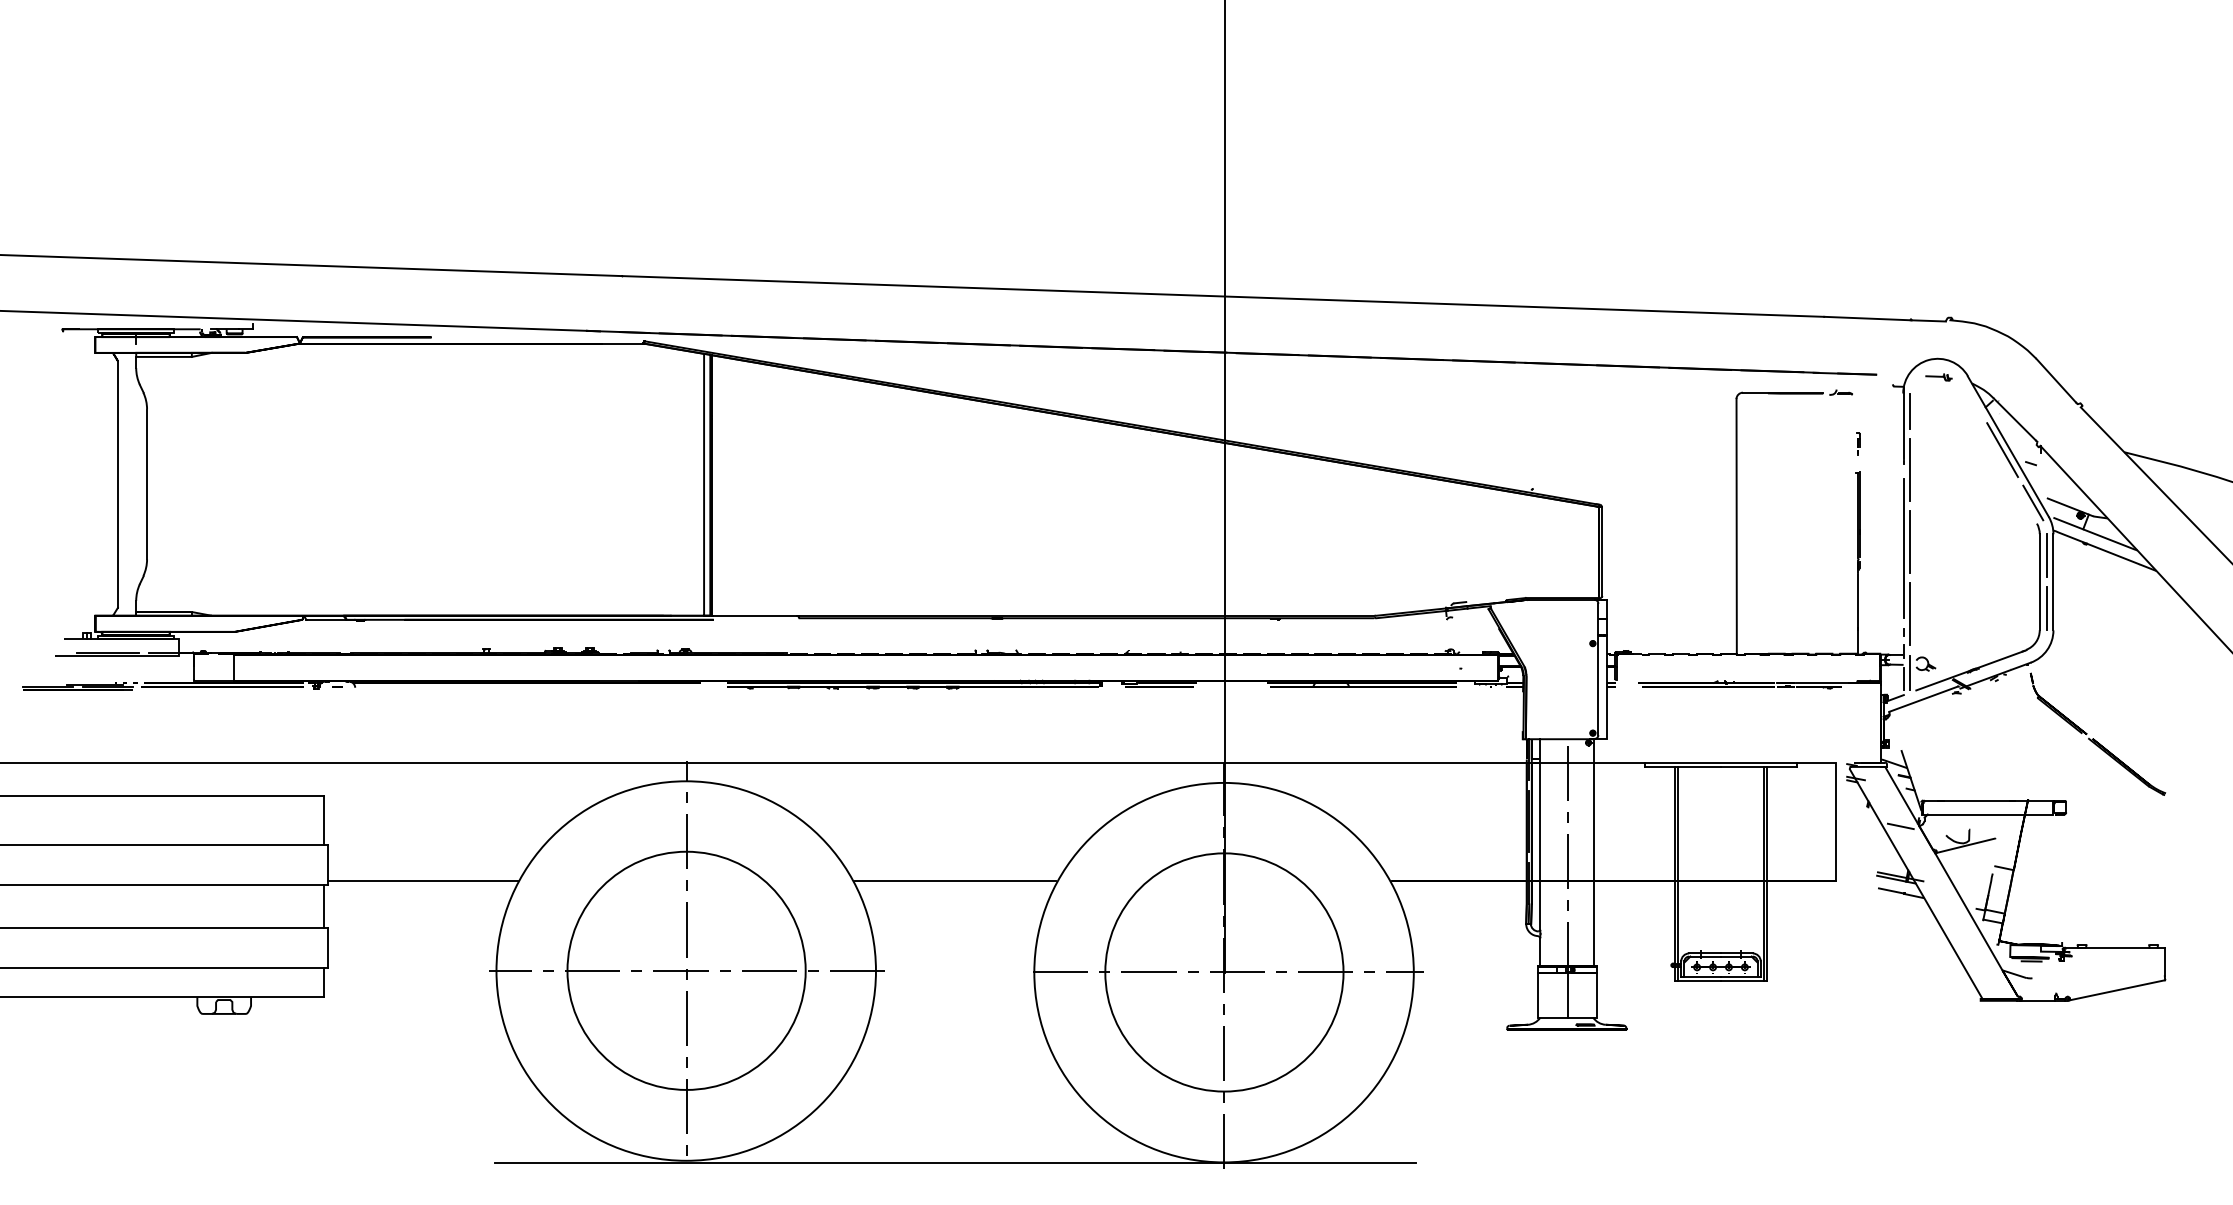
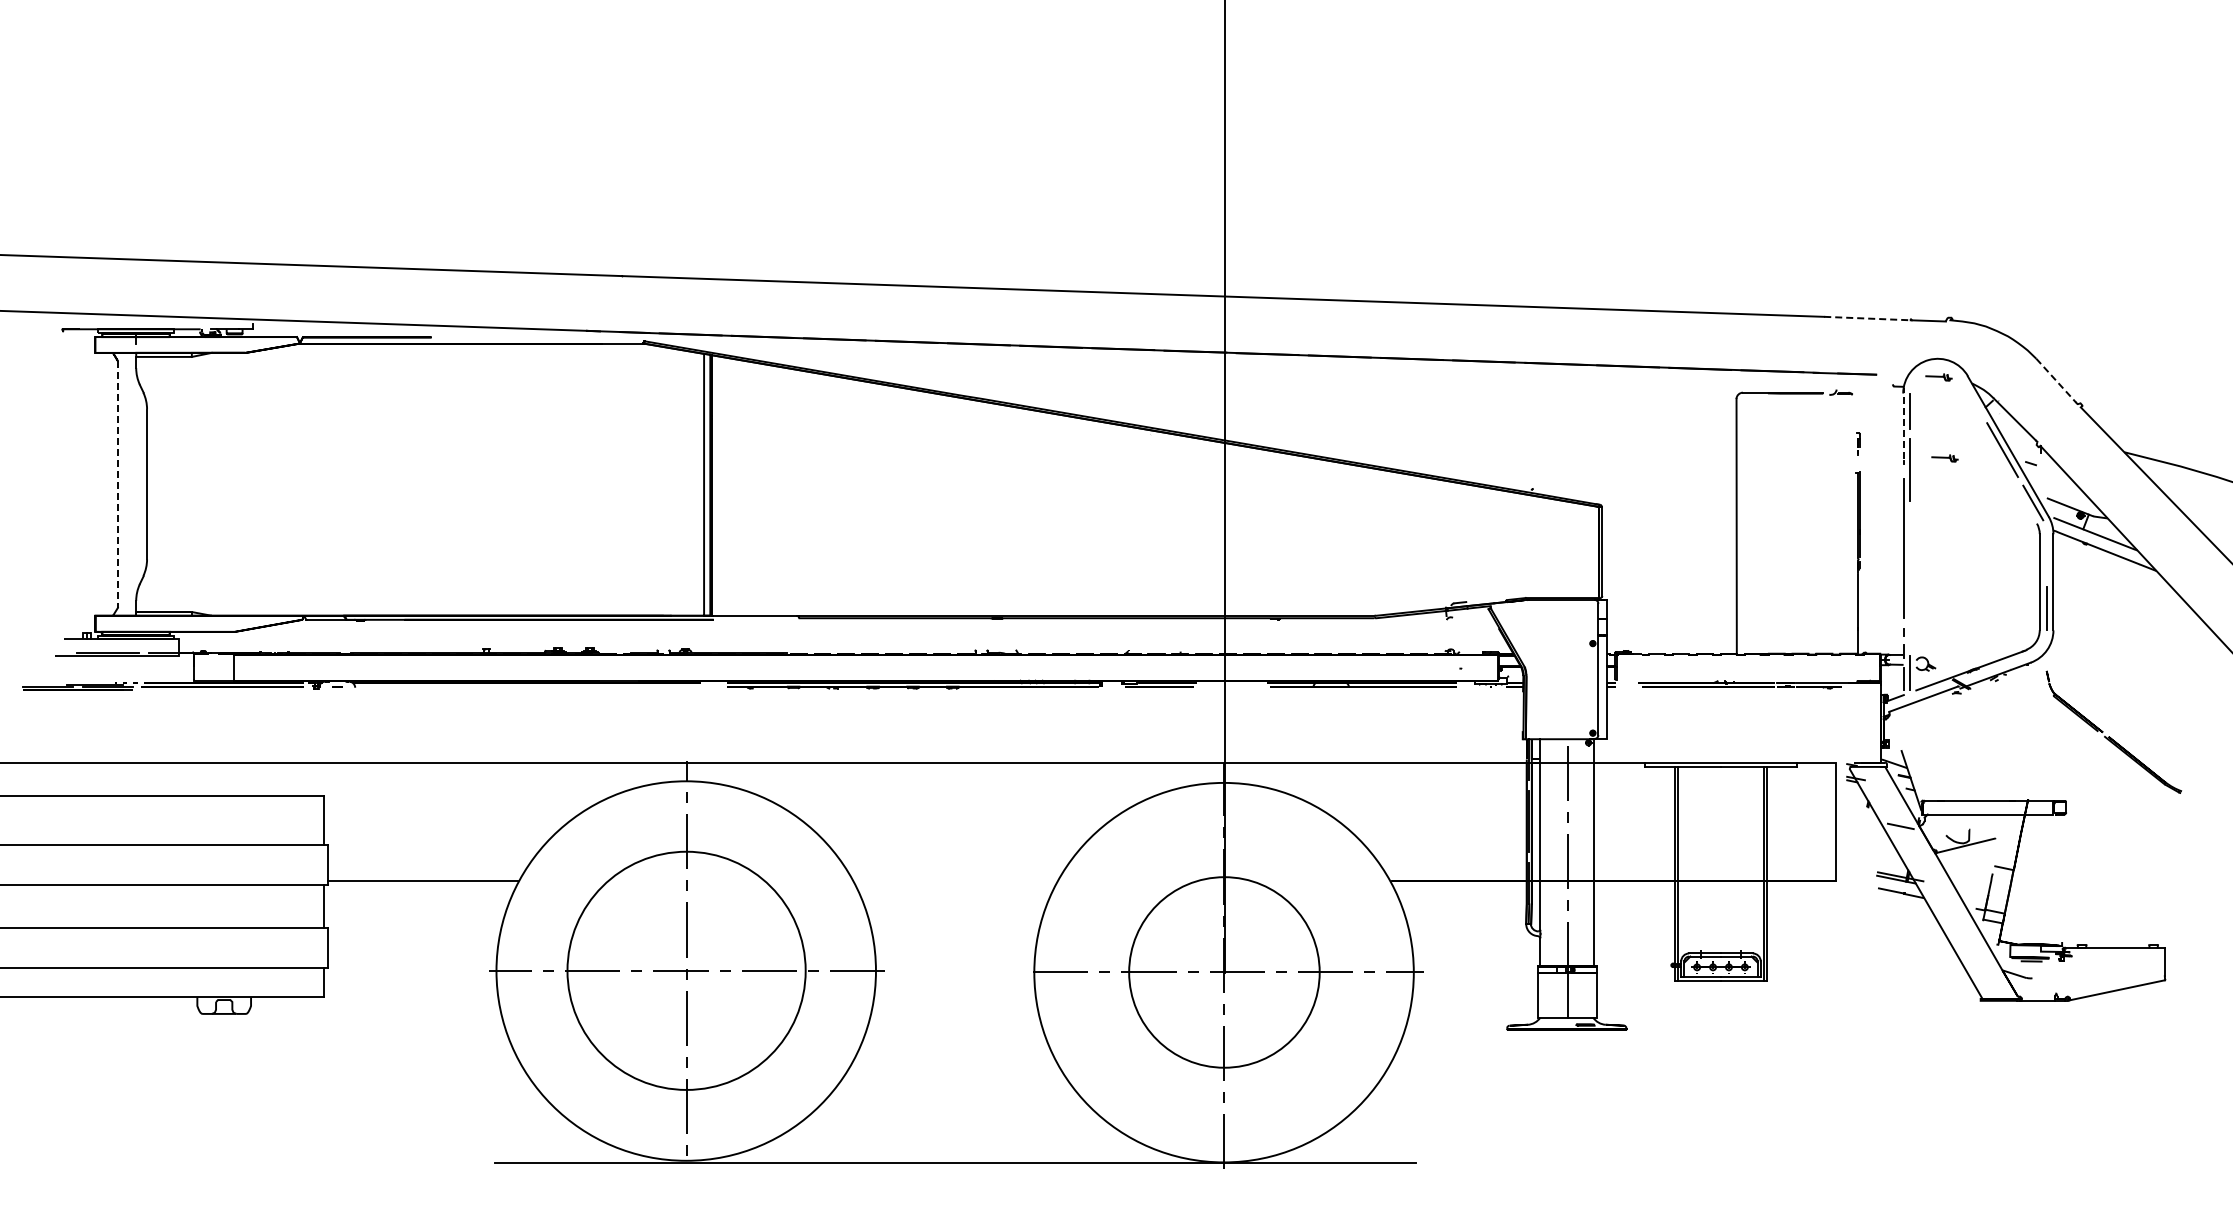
line at (1867, 318): solid -> dashed
line at (2056, 380): solid -> dashed
line at (1904, 423): solid -> dashed
part at (1944, 458): none -> present
line at (117, 484): solid -> dashed
line at (1910, 542): present -> none
line at (2046, 555): present -> none
line at (1910, 614): present -> none
part at (2095, 739) position: (2095, 739) -> (2111, 737)
line at (955, 881): present -> none
circle at (1224, 972) diameter: 238 px -> 191 px
